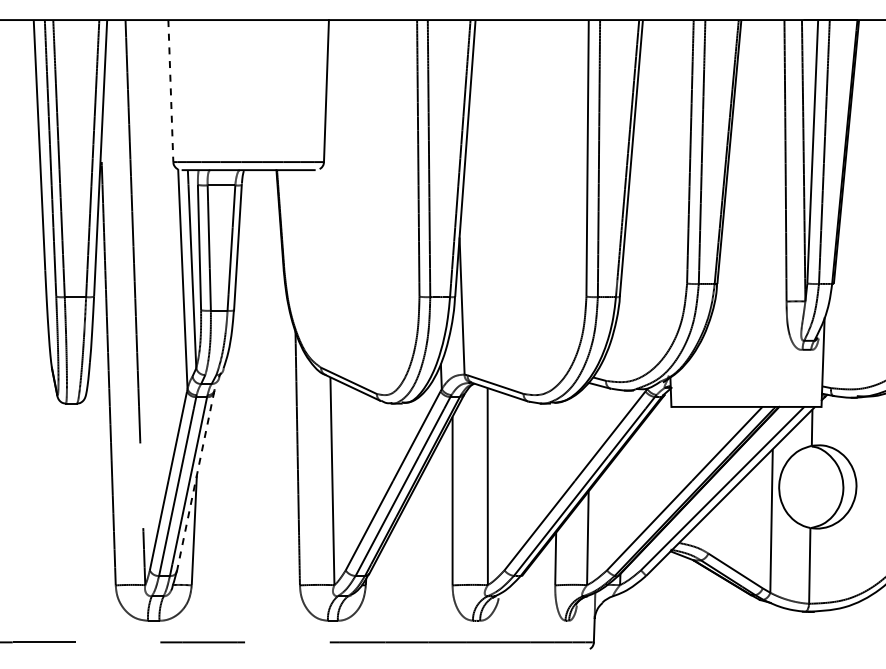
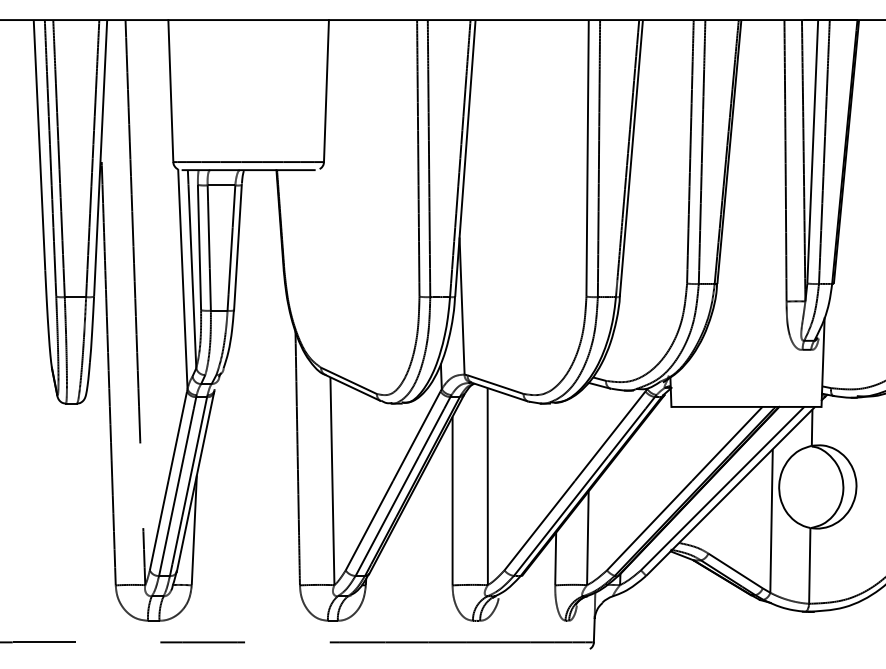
line at (170, 91): dashed -> solid
line at (195, 481): dashed -> solid
